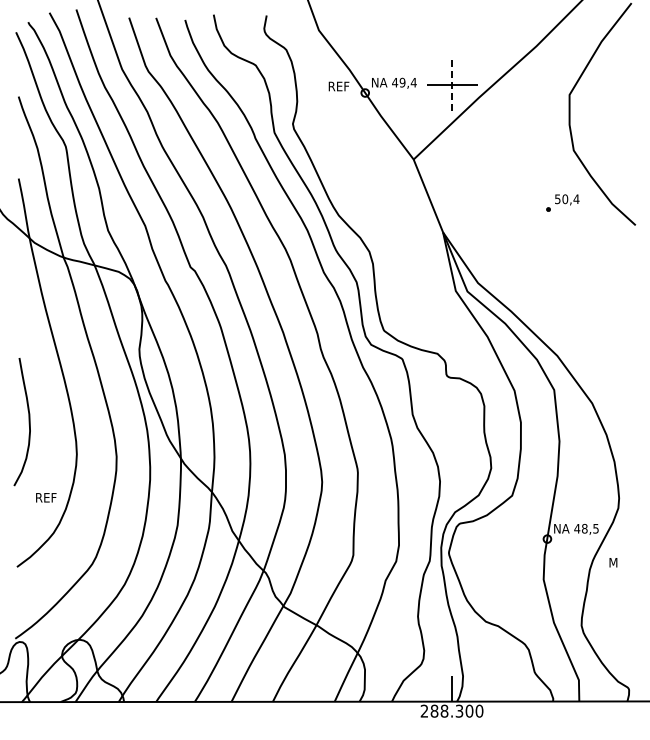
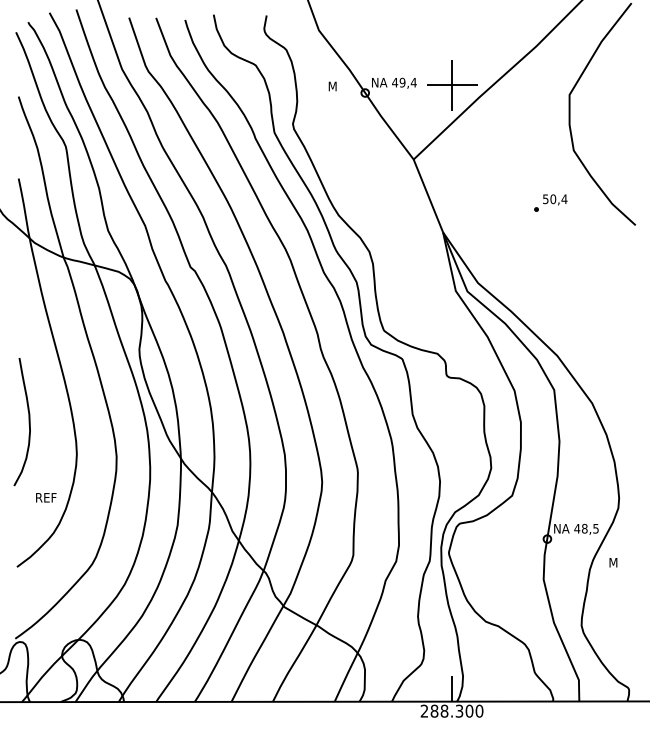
line at (452, 85): dashed -> solid
text at (339, 86): REF -> M
part at (562, 202) position: (562, 202) -> (550, 202)
